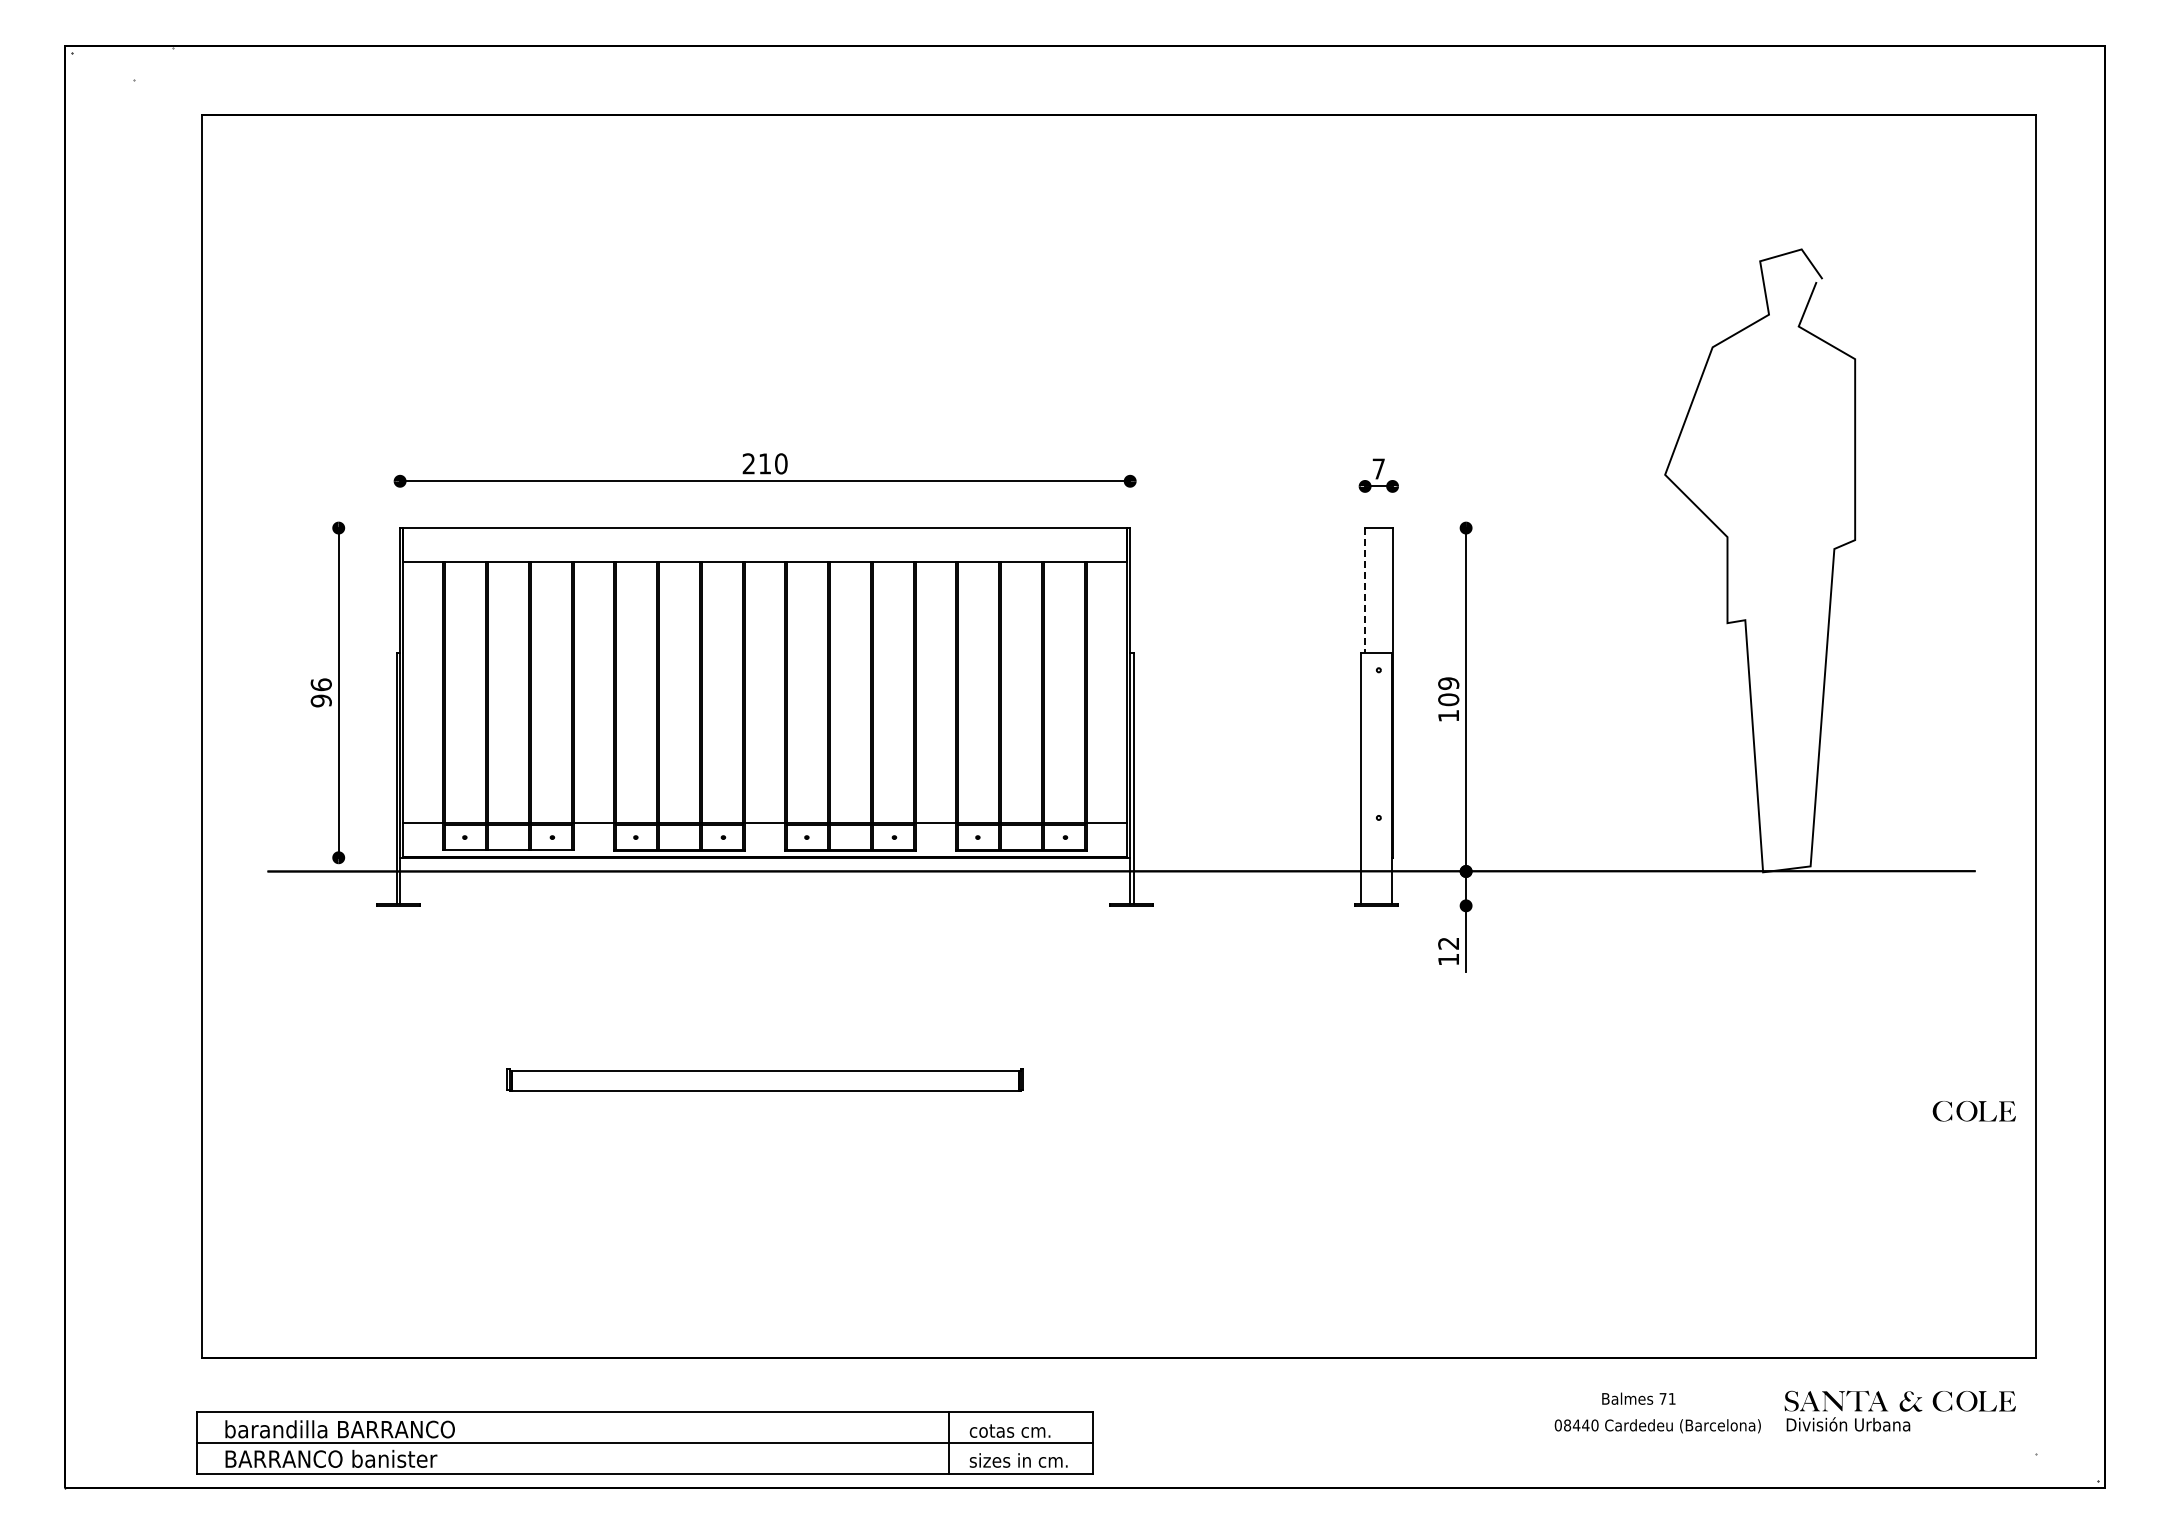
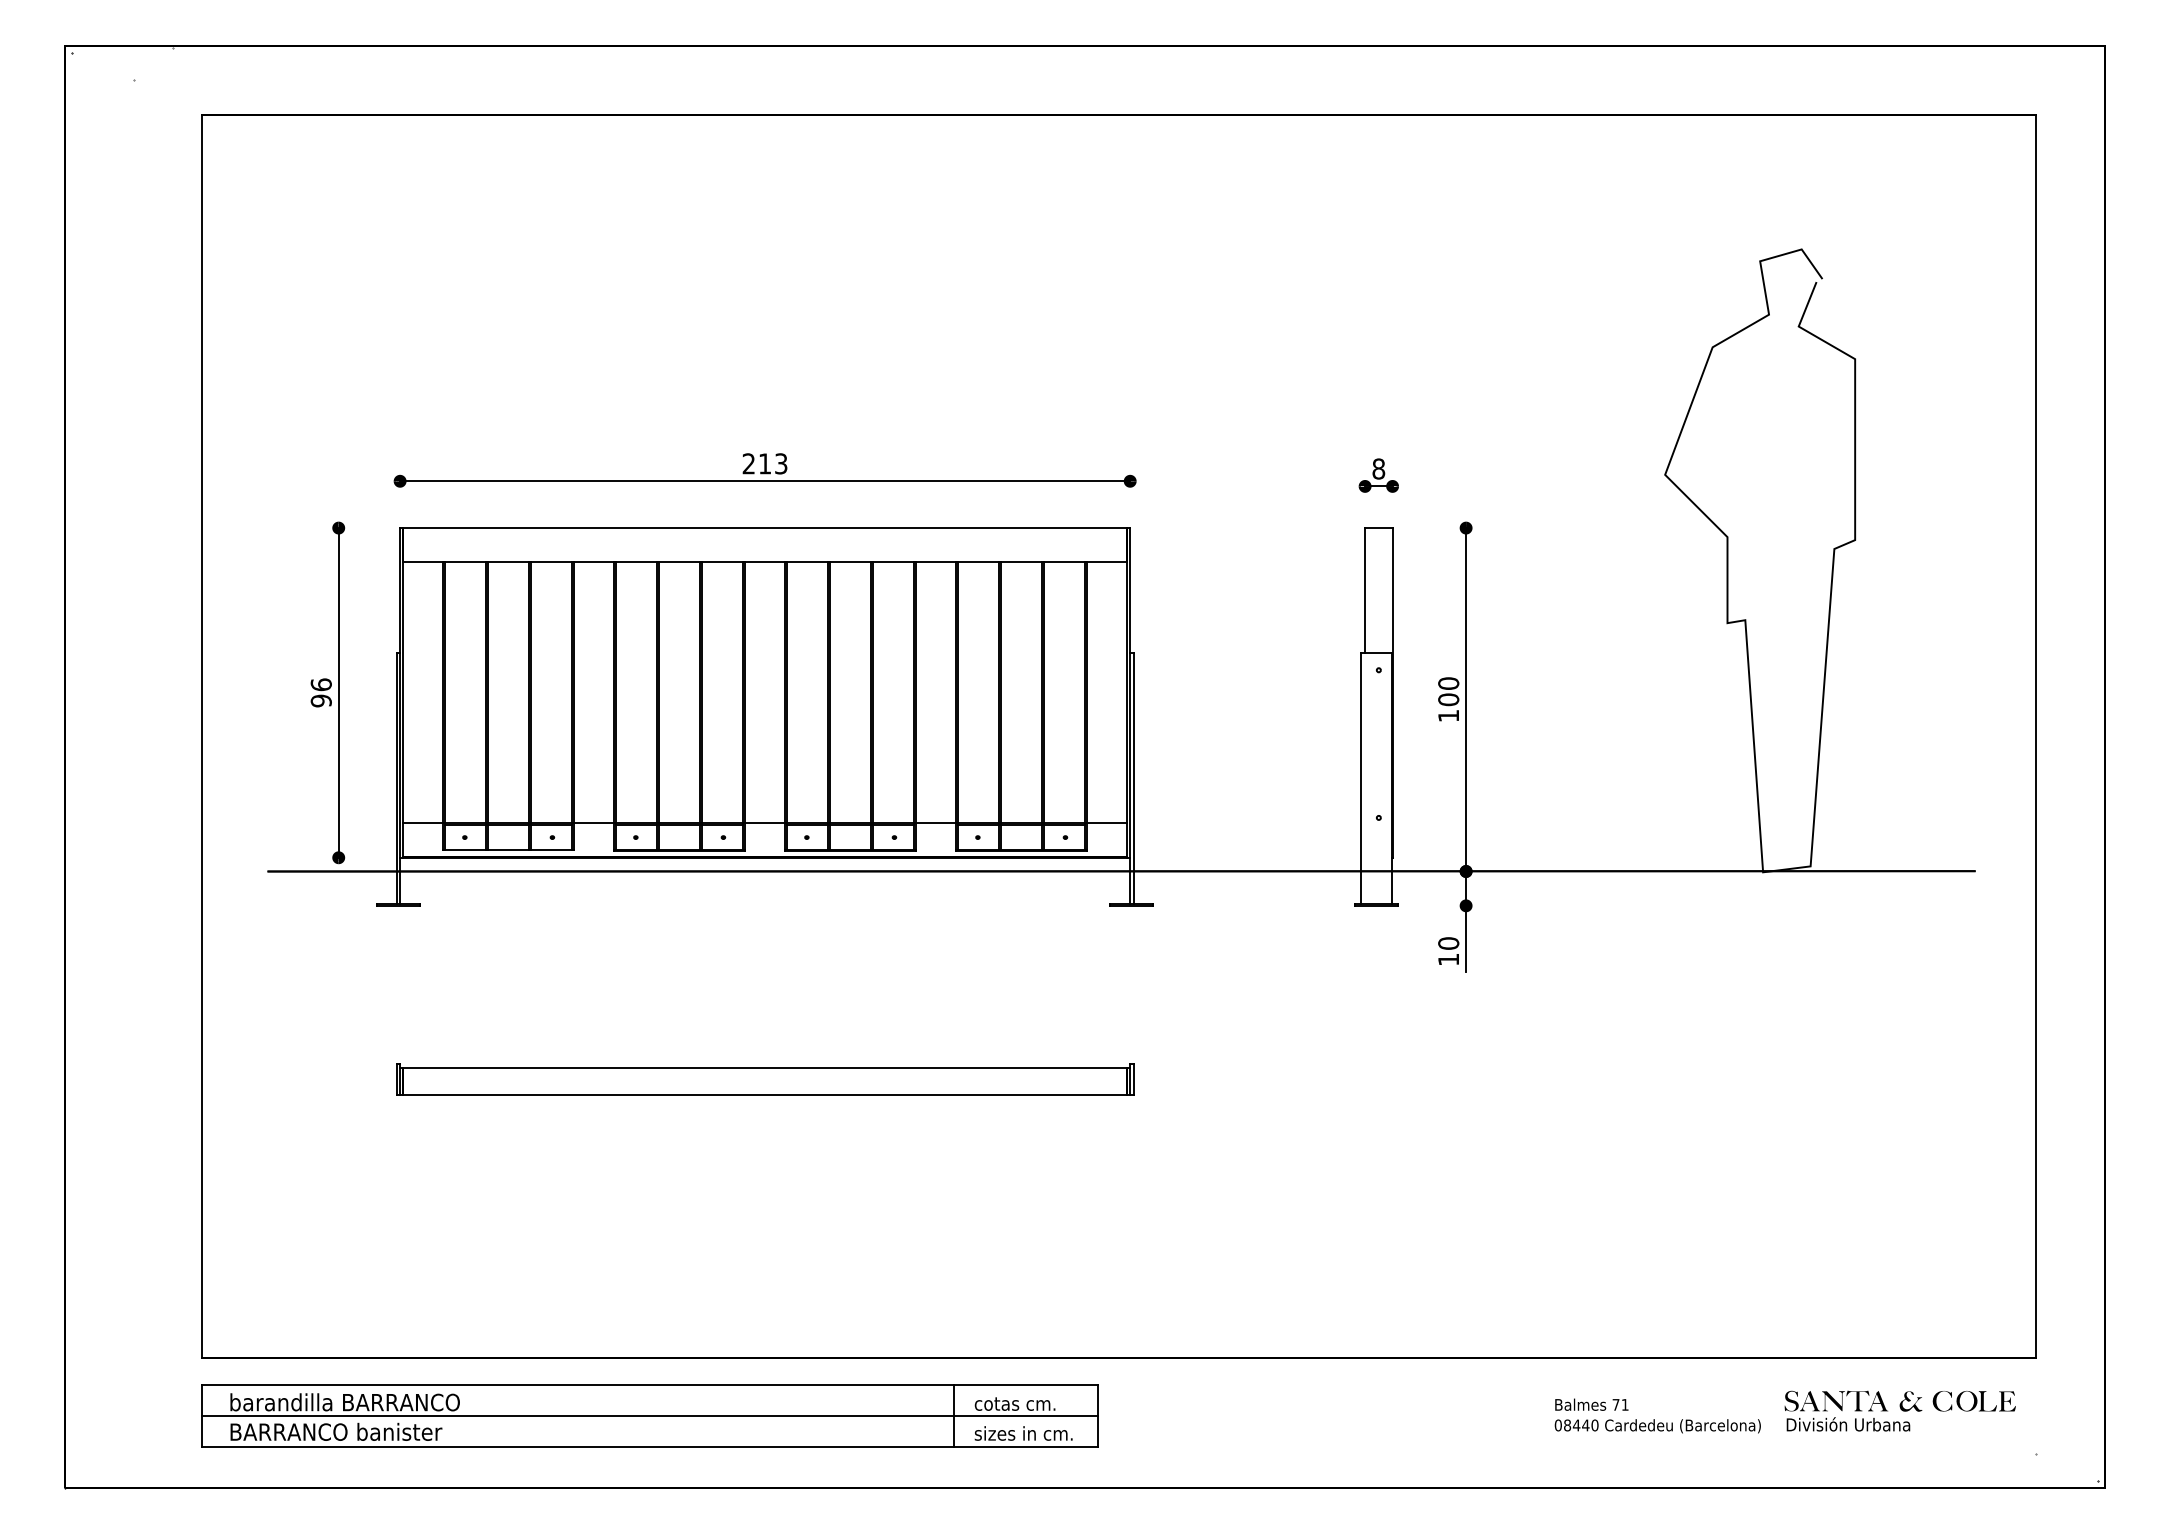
text at (781, 463): 210 -> 213
text at (1378, 468): 7 -> 8
line at (1365, 591): dashed -> solid
text at (1448, 683): 109 -> 100
text at (1448, 943): 12 -> 10
part at (764, 1079) size: 518x24 px -> 739x33 px
part at (1973, 1111): present -> none
text at (1638, 1398) position: (1638, 1398) -> (1591, 1404)
part at (644, 1442) position: (644, 1442) -> (649, 1415)
